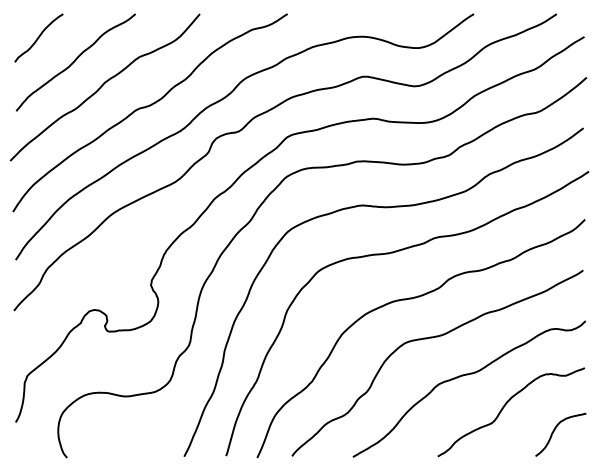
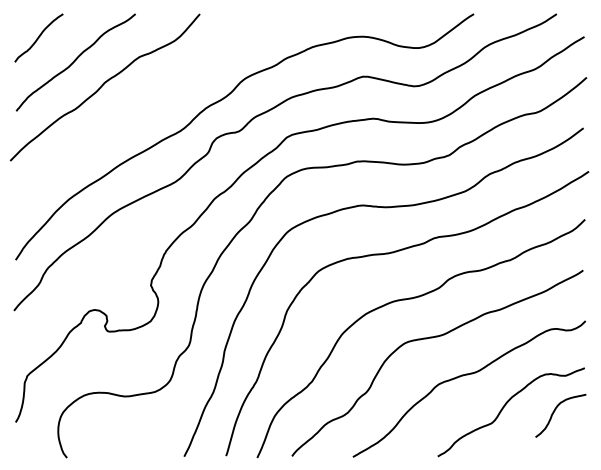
curve at (147, 107): present -> none
curve at (555, 430) position: (555, 430) -> (555, 411)
